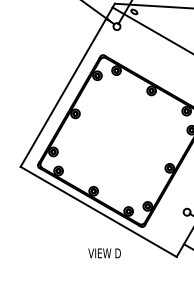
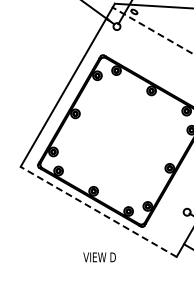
line at (153, 30): solid -> dashed
line at (98, 211): solid -> dashed
text at (104, 253) position: (104, 253) -> (99, 257)
